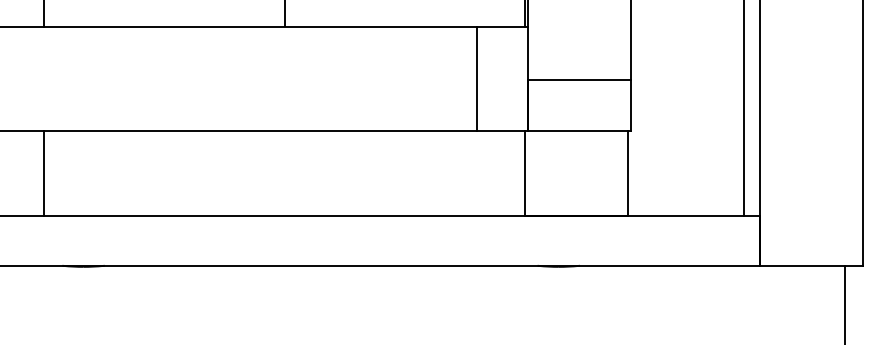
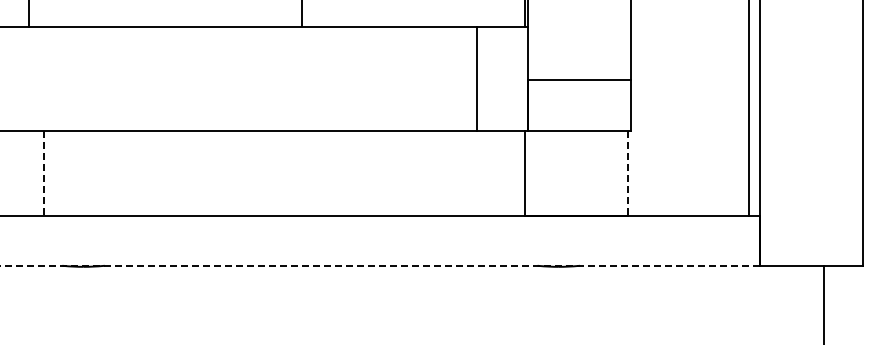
line at (44, 14) position: (44, 14) -> (29, 14)
line at (284, 14) position: (284, 14) -> (301, 14)
line at (743, 108) position: (743, 108) -> (748, 108)
line at (44, 173): solid -> dashed
line at (628, 173): solid -> dashed
line at (379, 265): solid -> dashed
line at (845, 303) position: (845, 303) -> (824, 303)
